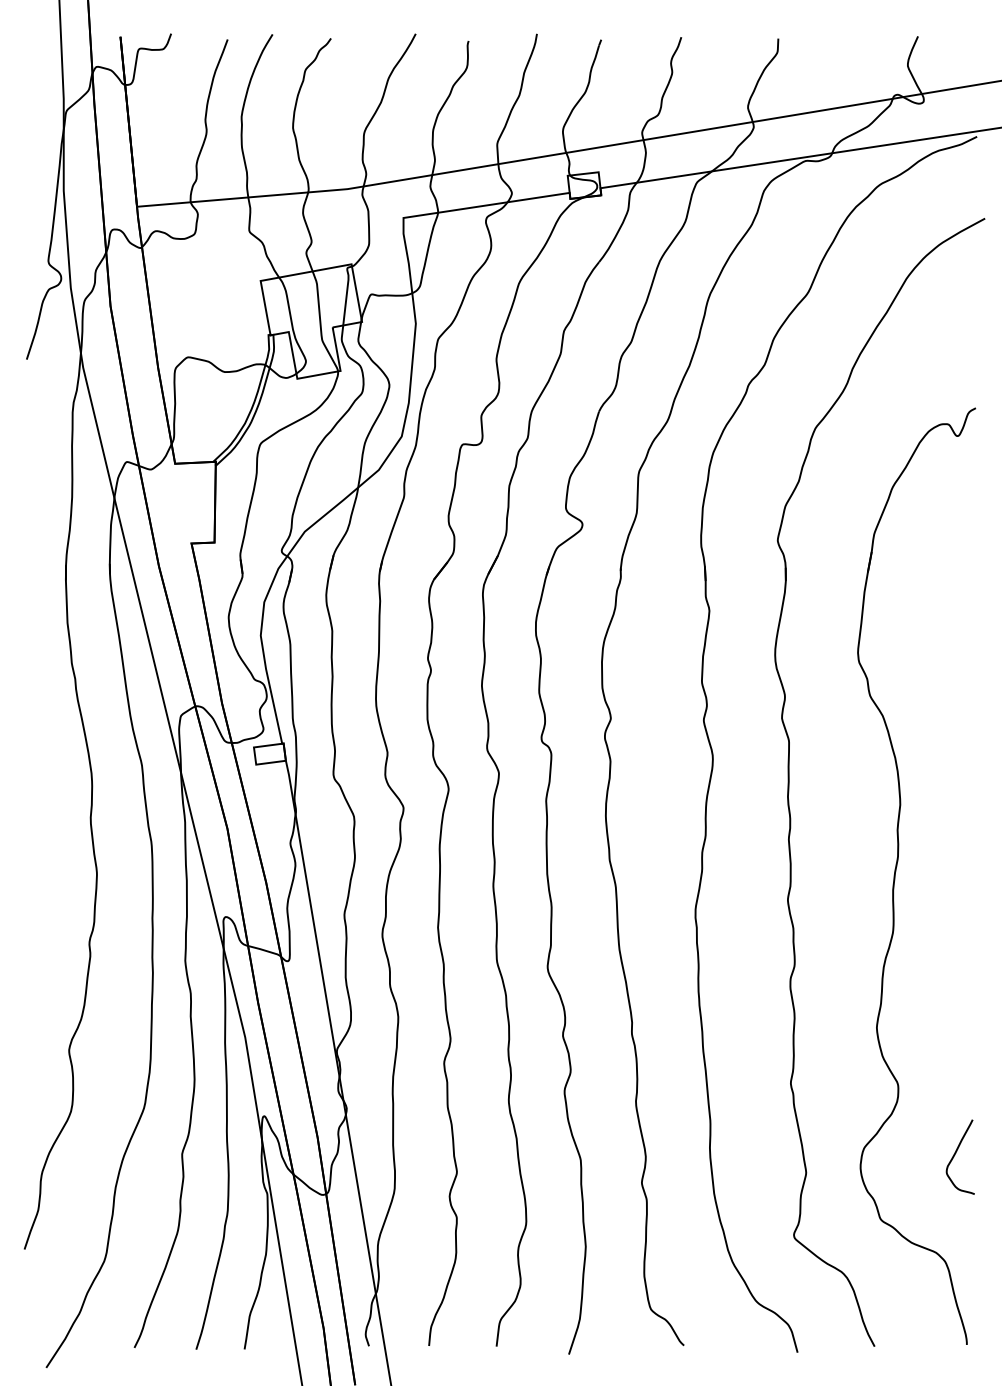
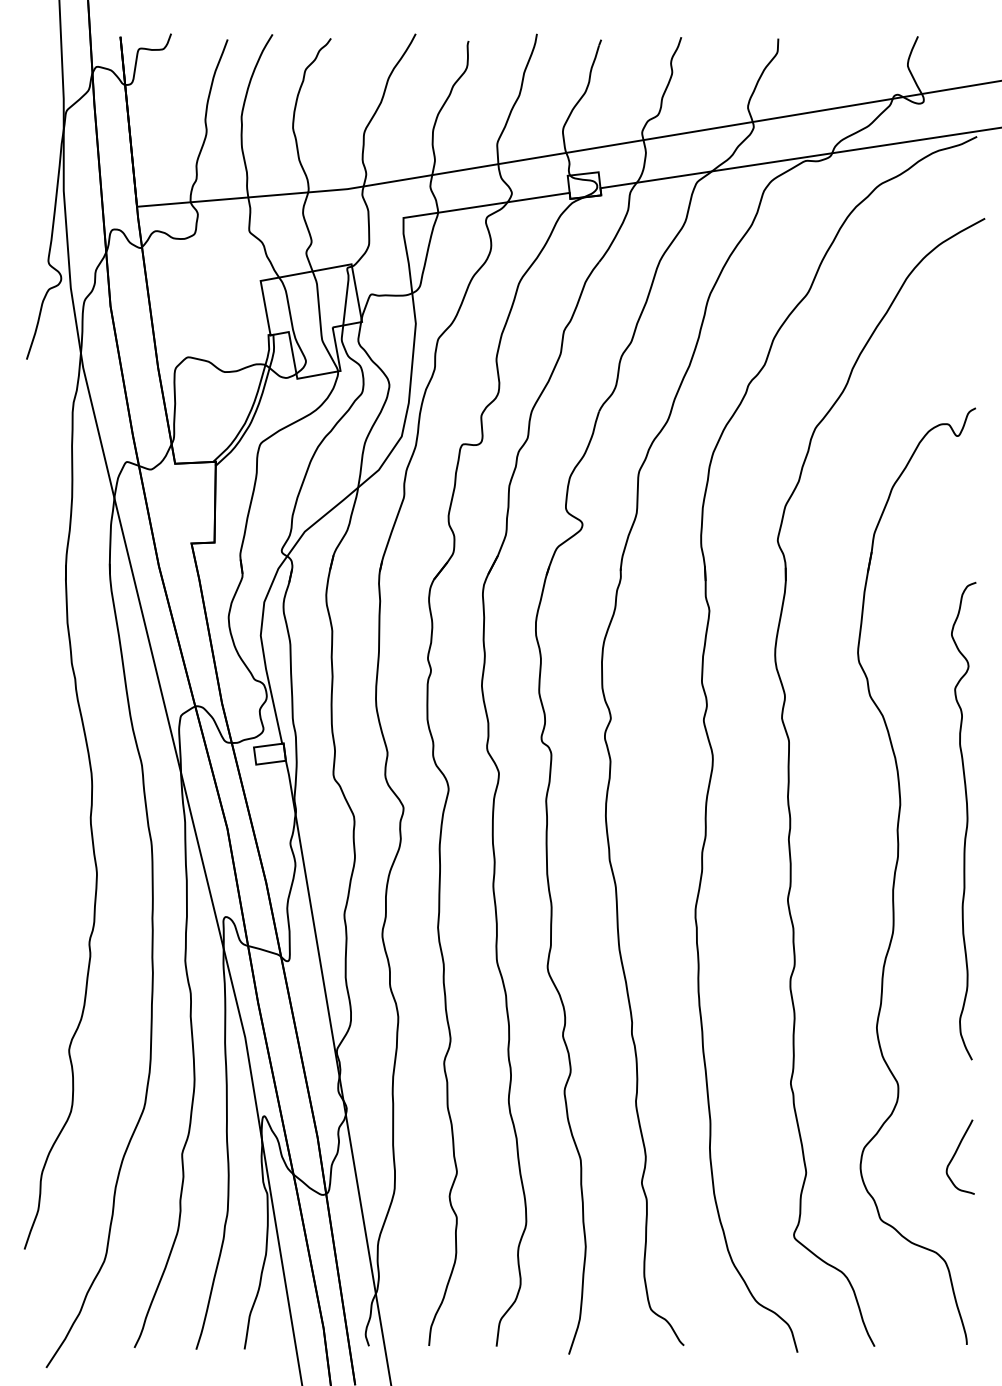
curve at (966, 820): none -> present
